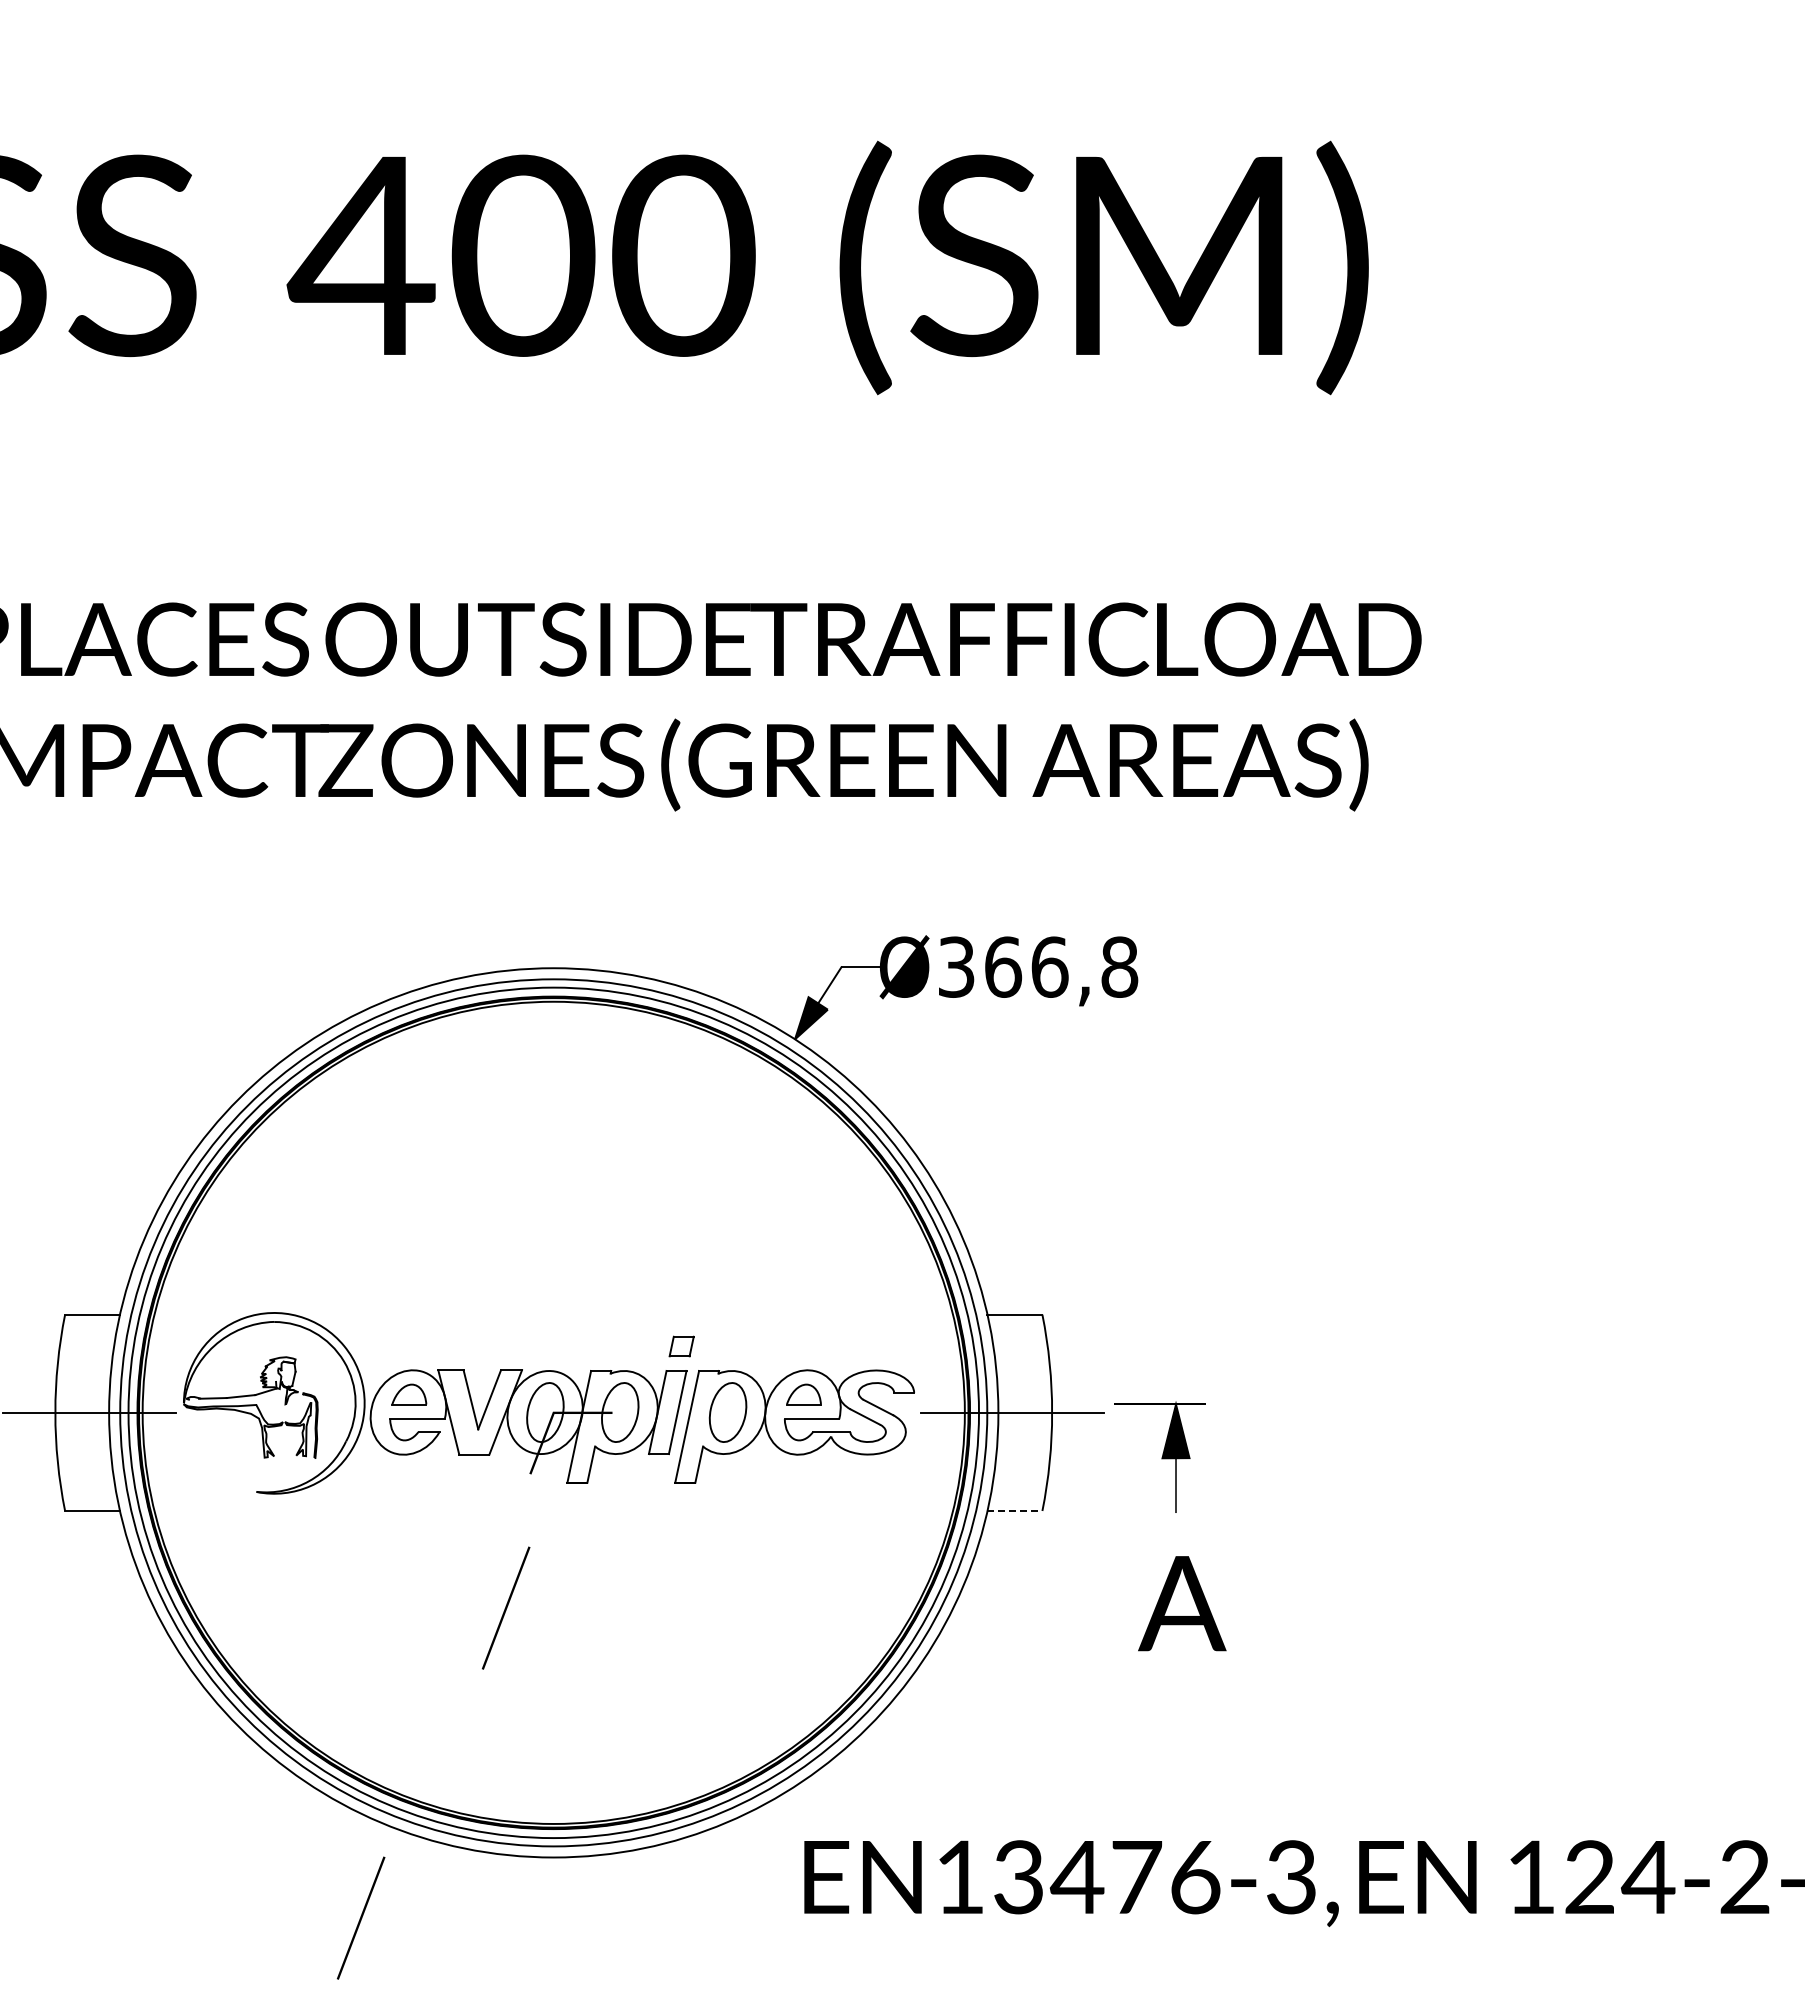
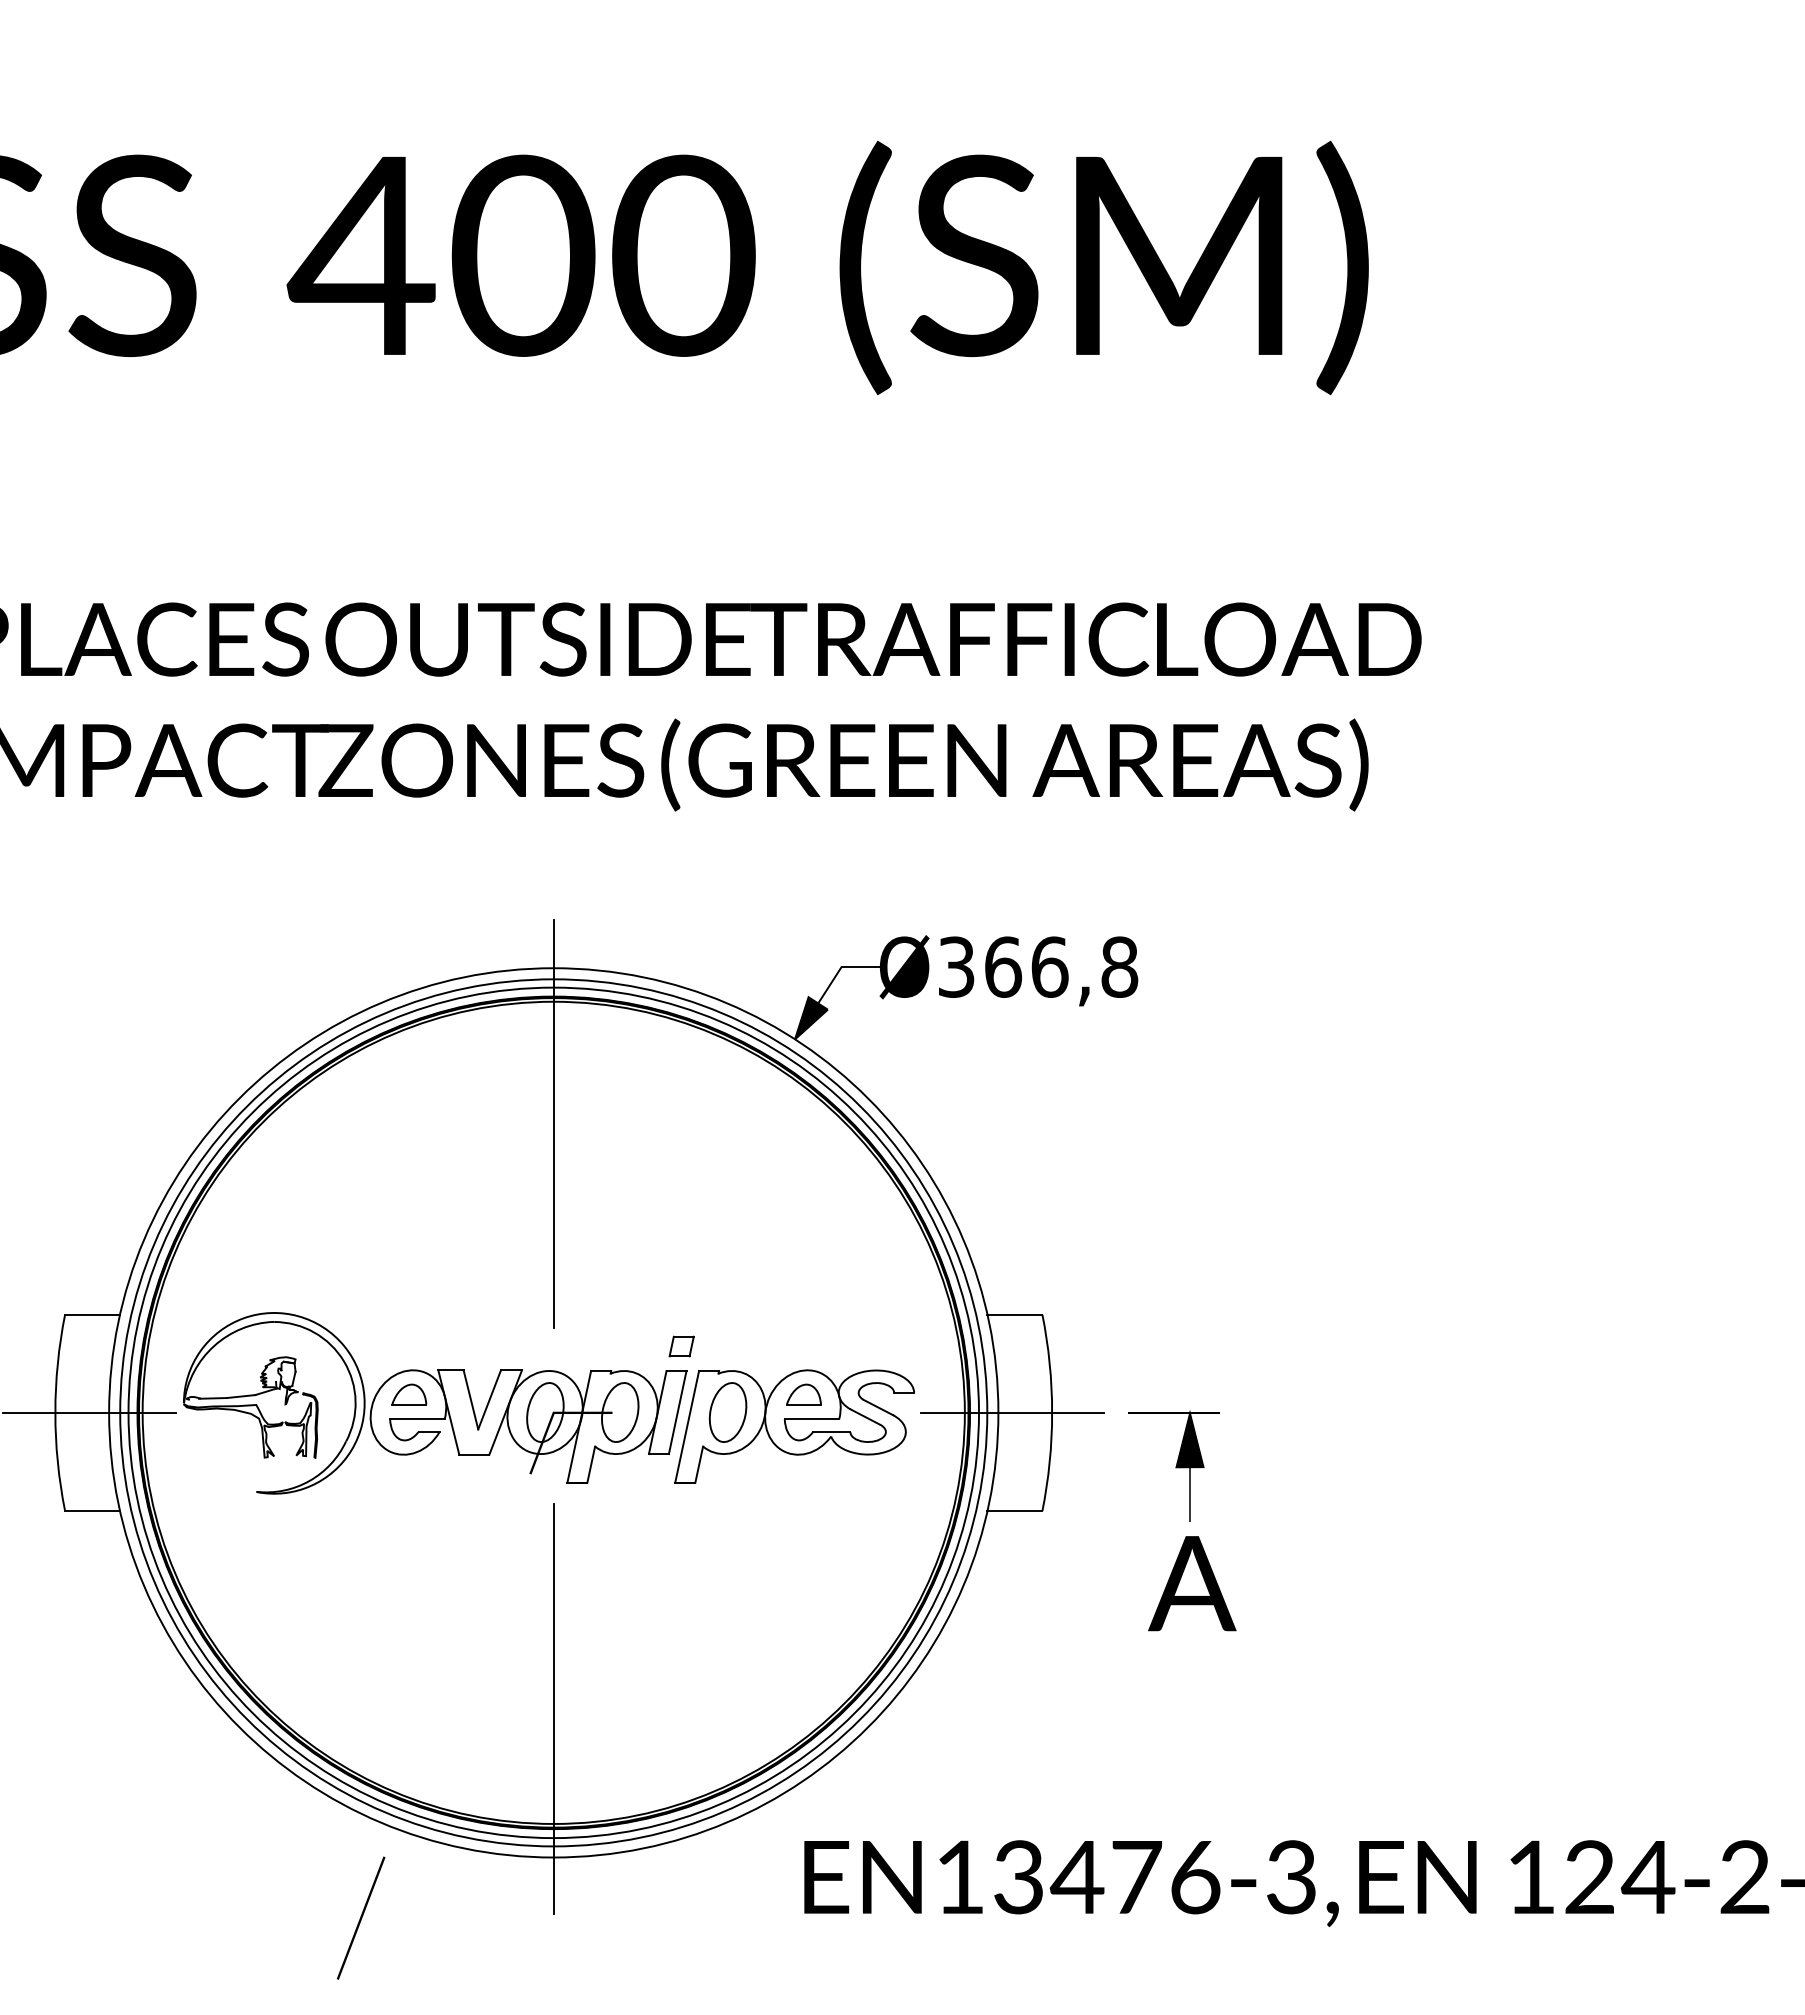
line at (553, 1123): none -> present
part at (1159, 1456) position: (1159, 1456) -> (1173, 1465)
line at (1015, 1510): dashed -> solid
text at (1182, 1603) position: (1182, 1603) -> (1192, 1583)
line at (506, 1607): present -> none
line at (553, 1709): none -> present
